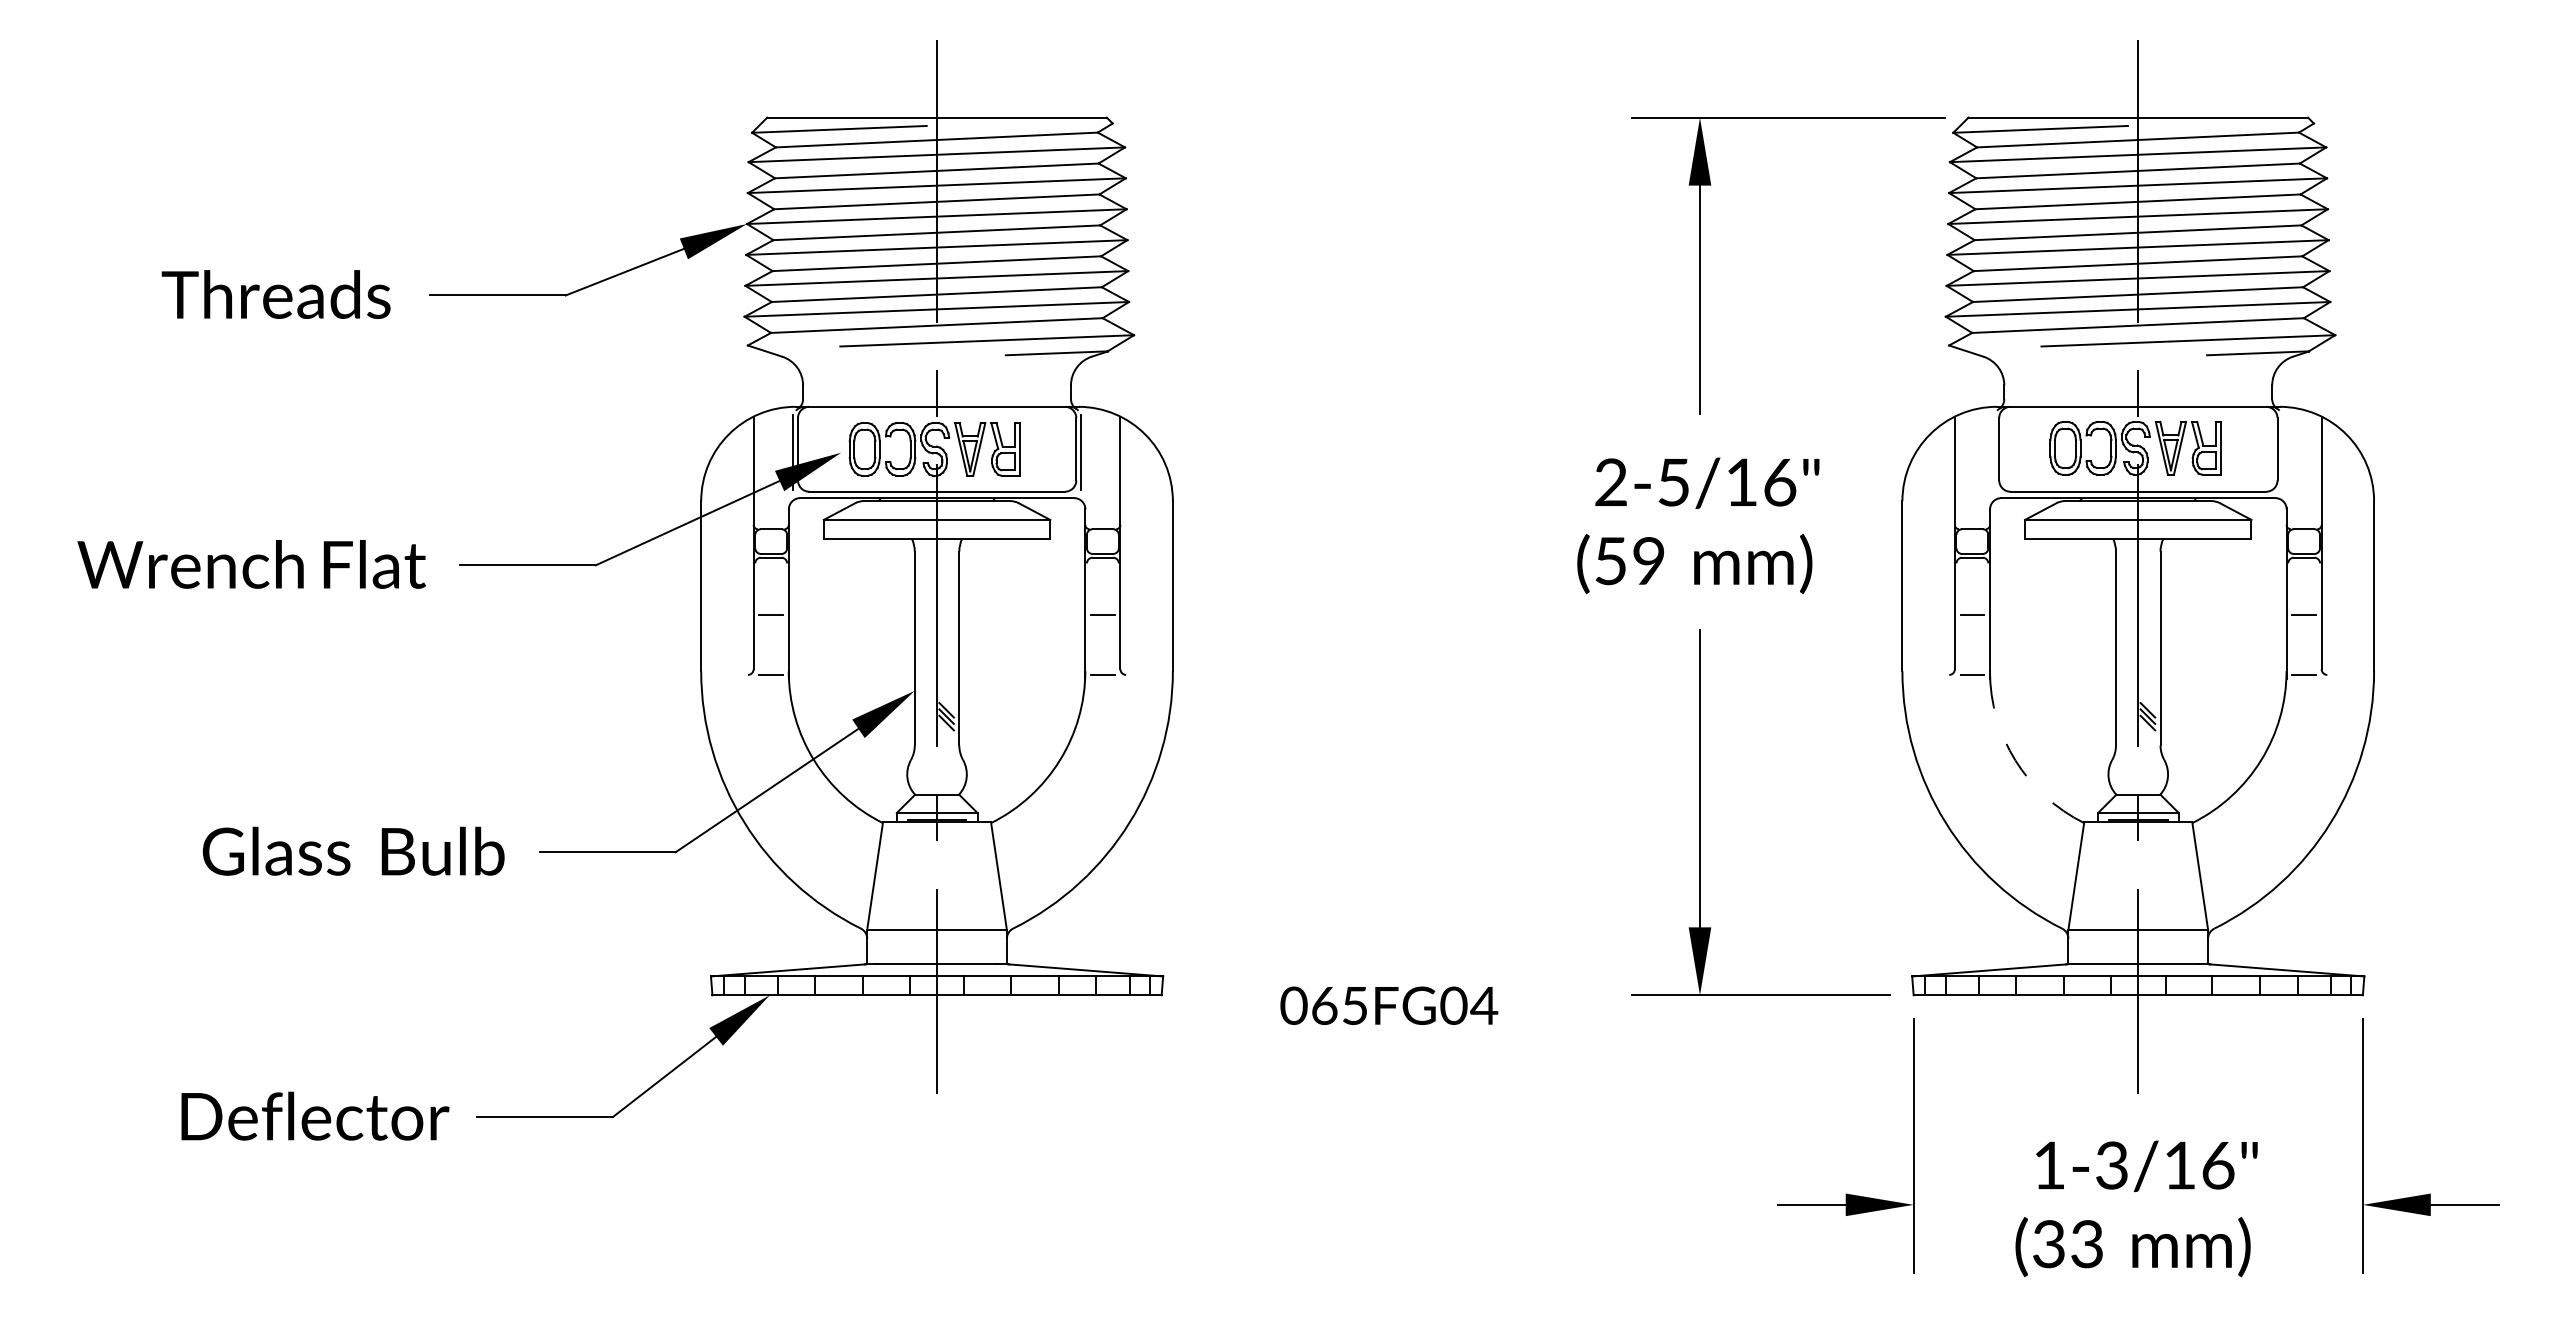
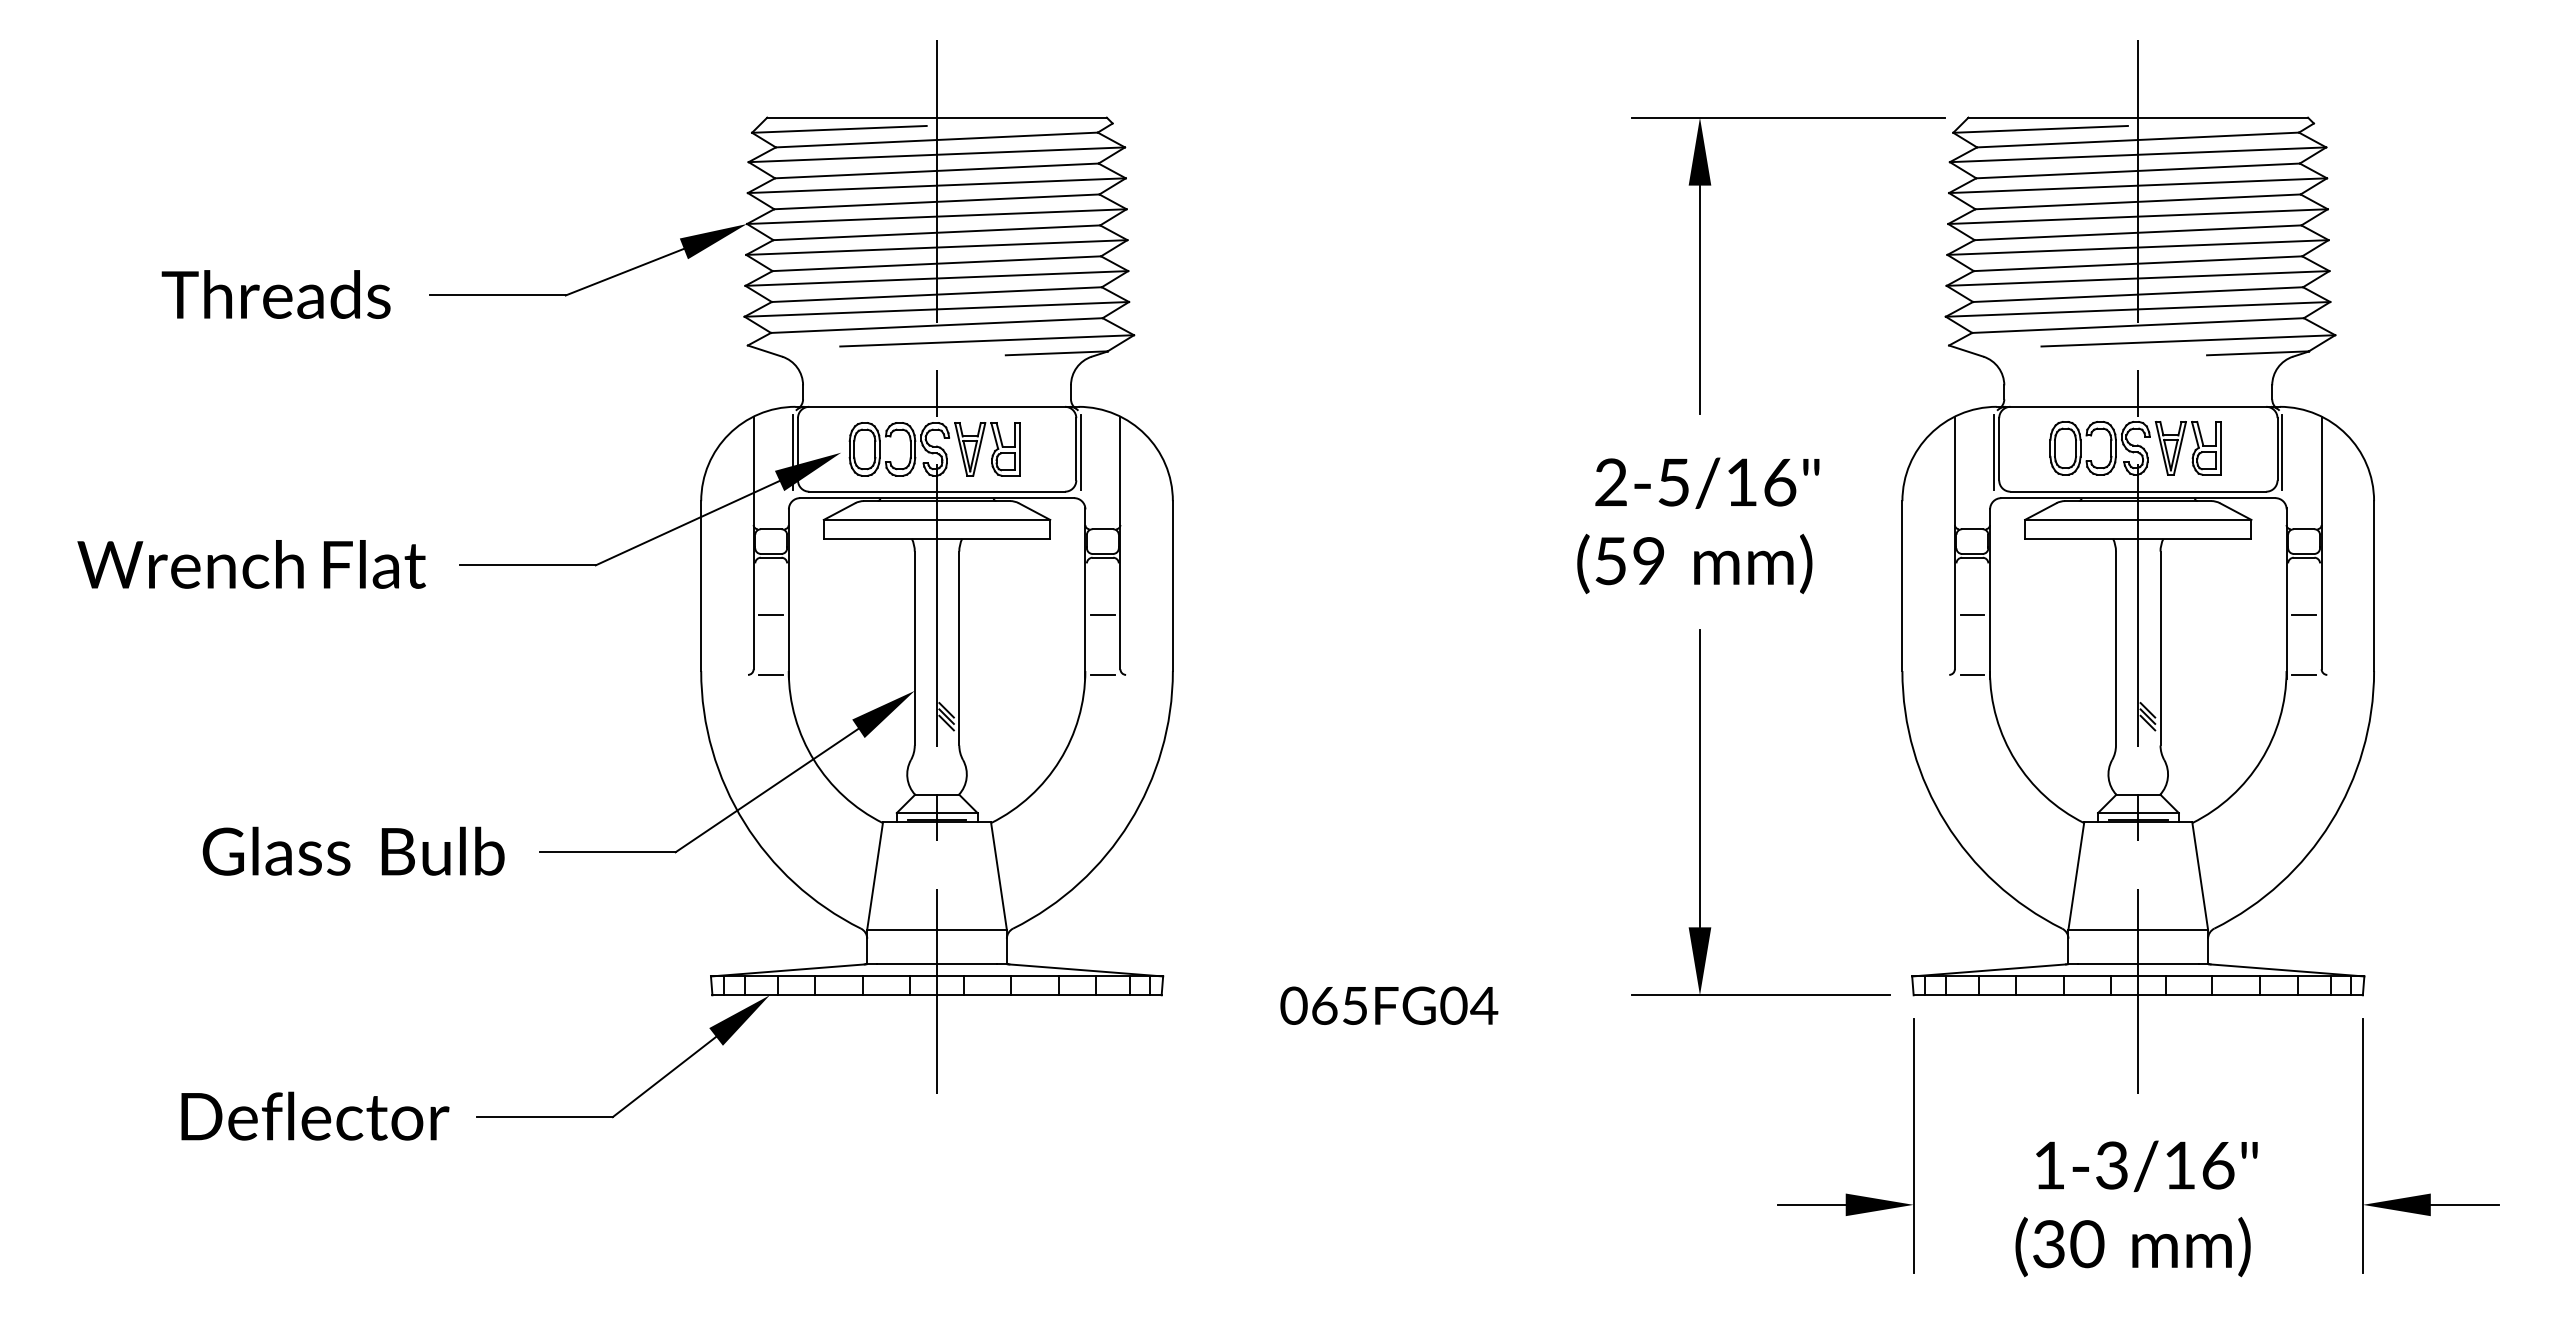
line at (1994, 452): none -> present
line at (2282, 452): none -> present
arc at (2015, 760): dashed -> solid
text at (2087, 1244): (33 -> (30
